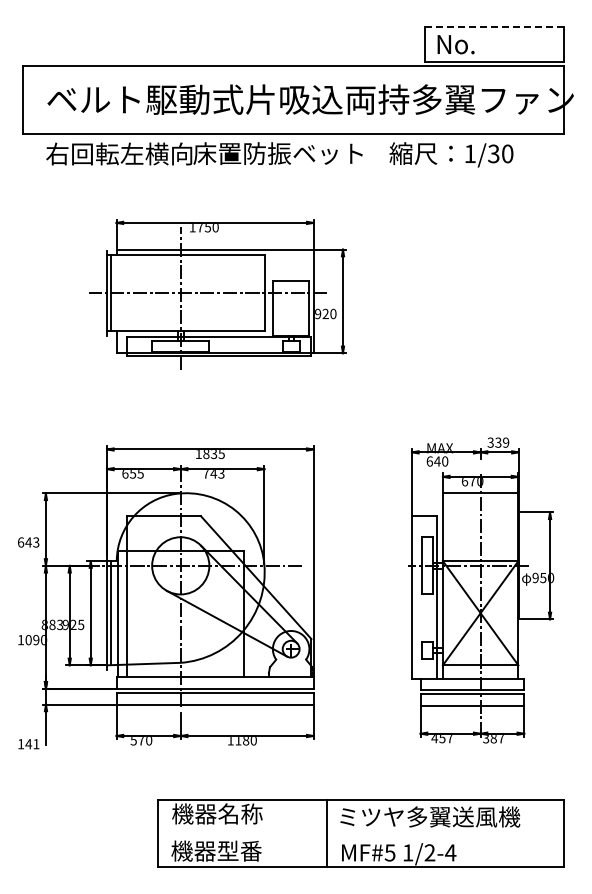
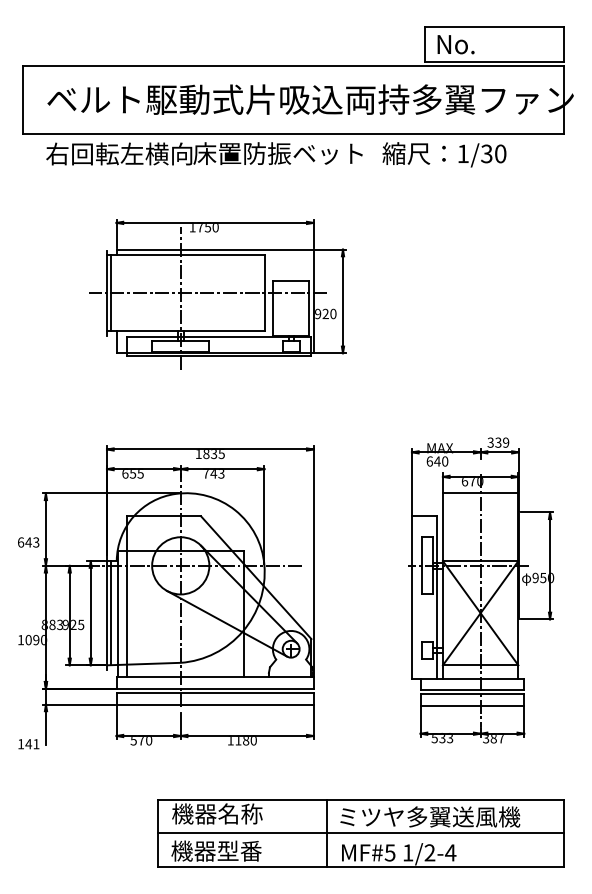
line at (495, 26): dashed -> solid
text at (451, 154) position: (451, 154) -> (444, 154)
text at (442, 739): 457 -> 533
line at (360, 833): none -> present
